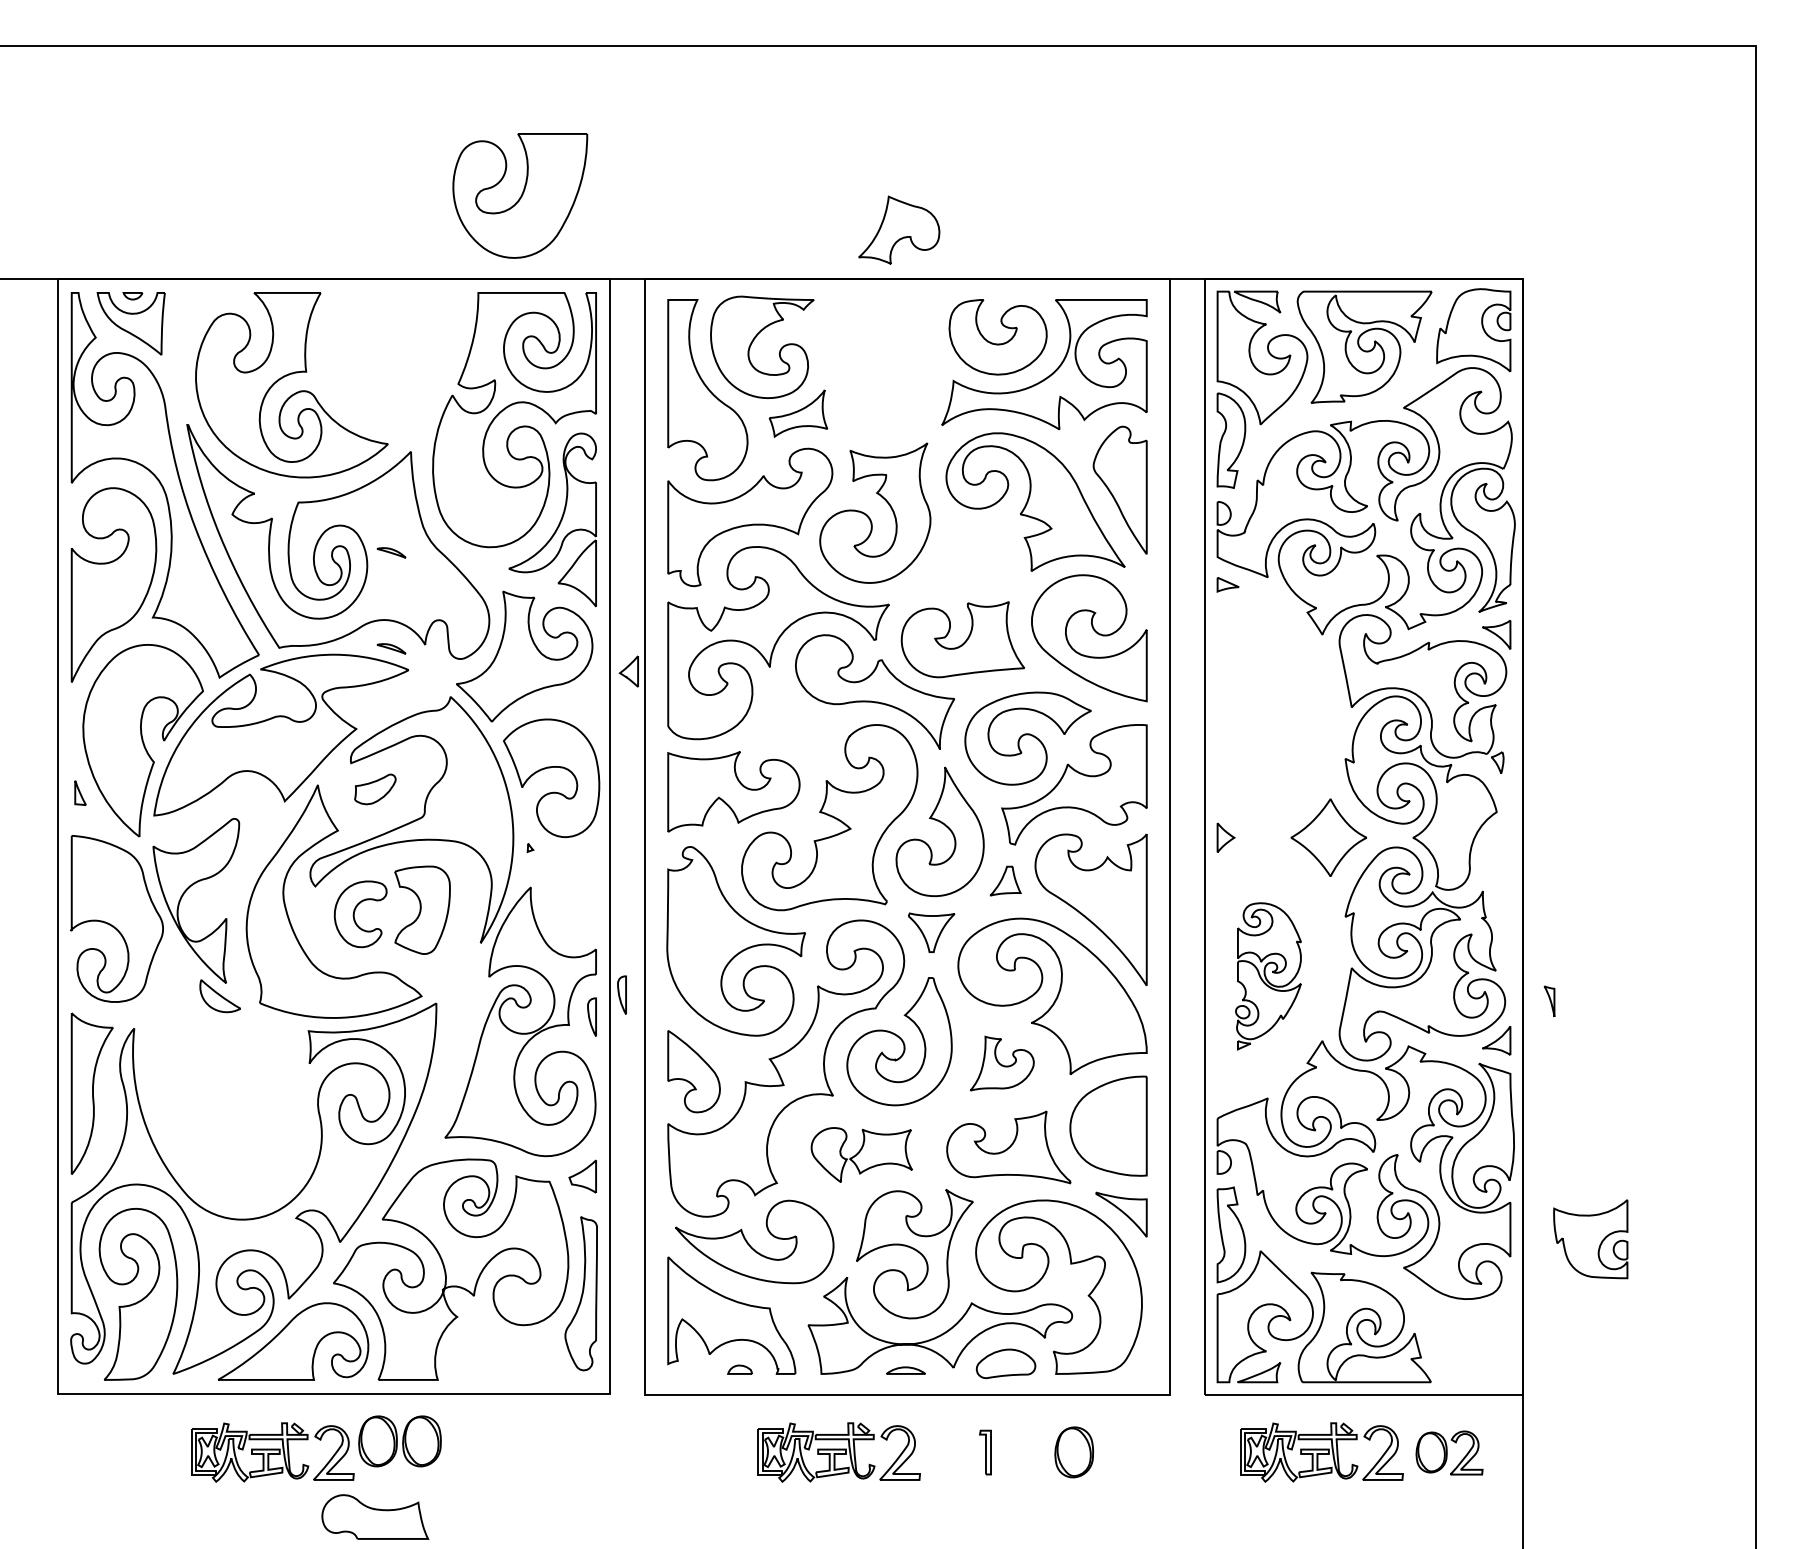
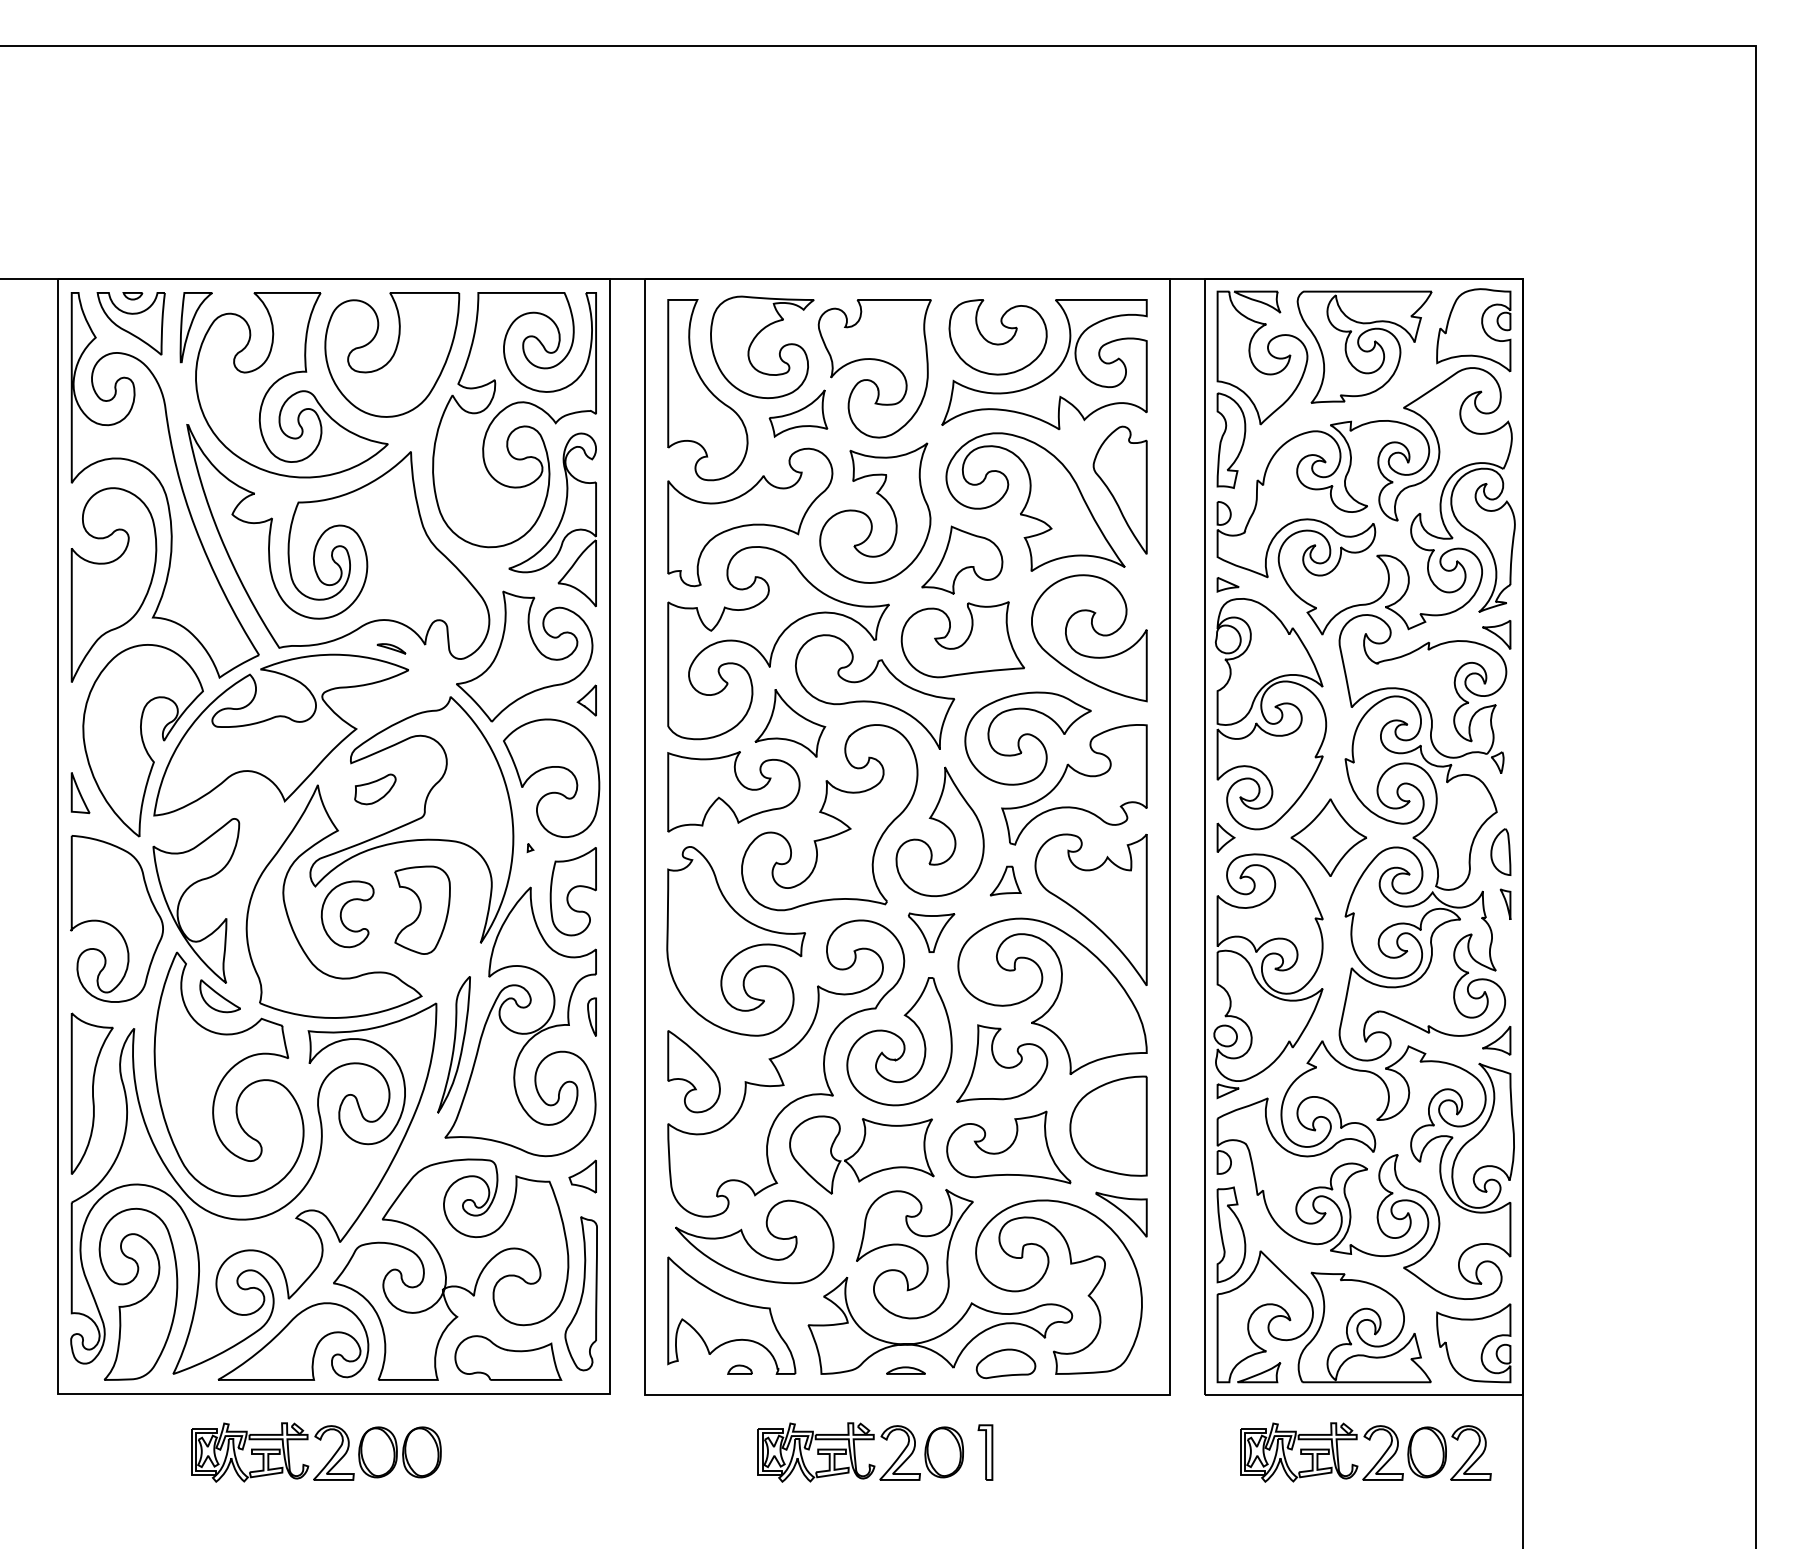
part at (520, 195) position: (520, 195) -> (392, 354)
part at (899, 229) position: (899, 229) -> (962, 559)
part at (195, 327): none -> present
part at (874, 360): none -> present
part at (391, 552): present -> none
part at (628, 671) position: (628, 671) -> (586, 700)
part at (1270, 714): none -> present
part at (790, 723): none -> present
part at (80, 792) size: 13x26 px -> 21x42 px
part at (1500, 851): none -> present
part at (572, 891): none -> present
part at (360, 914) position: (360, 914) -> (347, 914)
part at (1268, 976) size: 67x149 px -> 111x247 px
part at (621, 994): present -> none
part at (1549, 1000) position: (1549, 1000) -> (1505, 903)
part at (453, 1044): none -> present
part at (1002, 1063) size: 65x57 px -> 93x79 px
part at (228, 1074): none -> present
part at (861, 1154) size: 103x56 px -> 146x80 px
part at (1590, 1239) position: (1590, 1239) -> (1473, 1343)
part at (399, 1441) position: (399, 1441) -> (399, 1452)
part at (985, 1452) size: 13x47 px -> 17x57 px
part at (1073, 1452) position: (1073, 1452) -> (943, 1452)
part at (1449, 1452) size: 69x46 px -> 85x56 px
part at (375, 1516) position: (375, 1516) -> (508, 1357)
